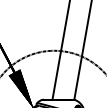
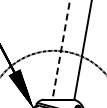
line at (61, 50): solid -> dashed
